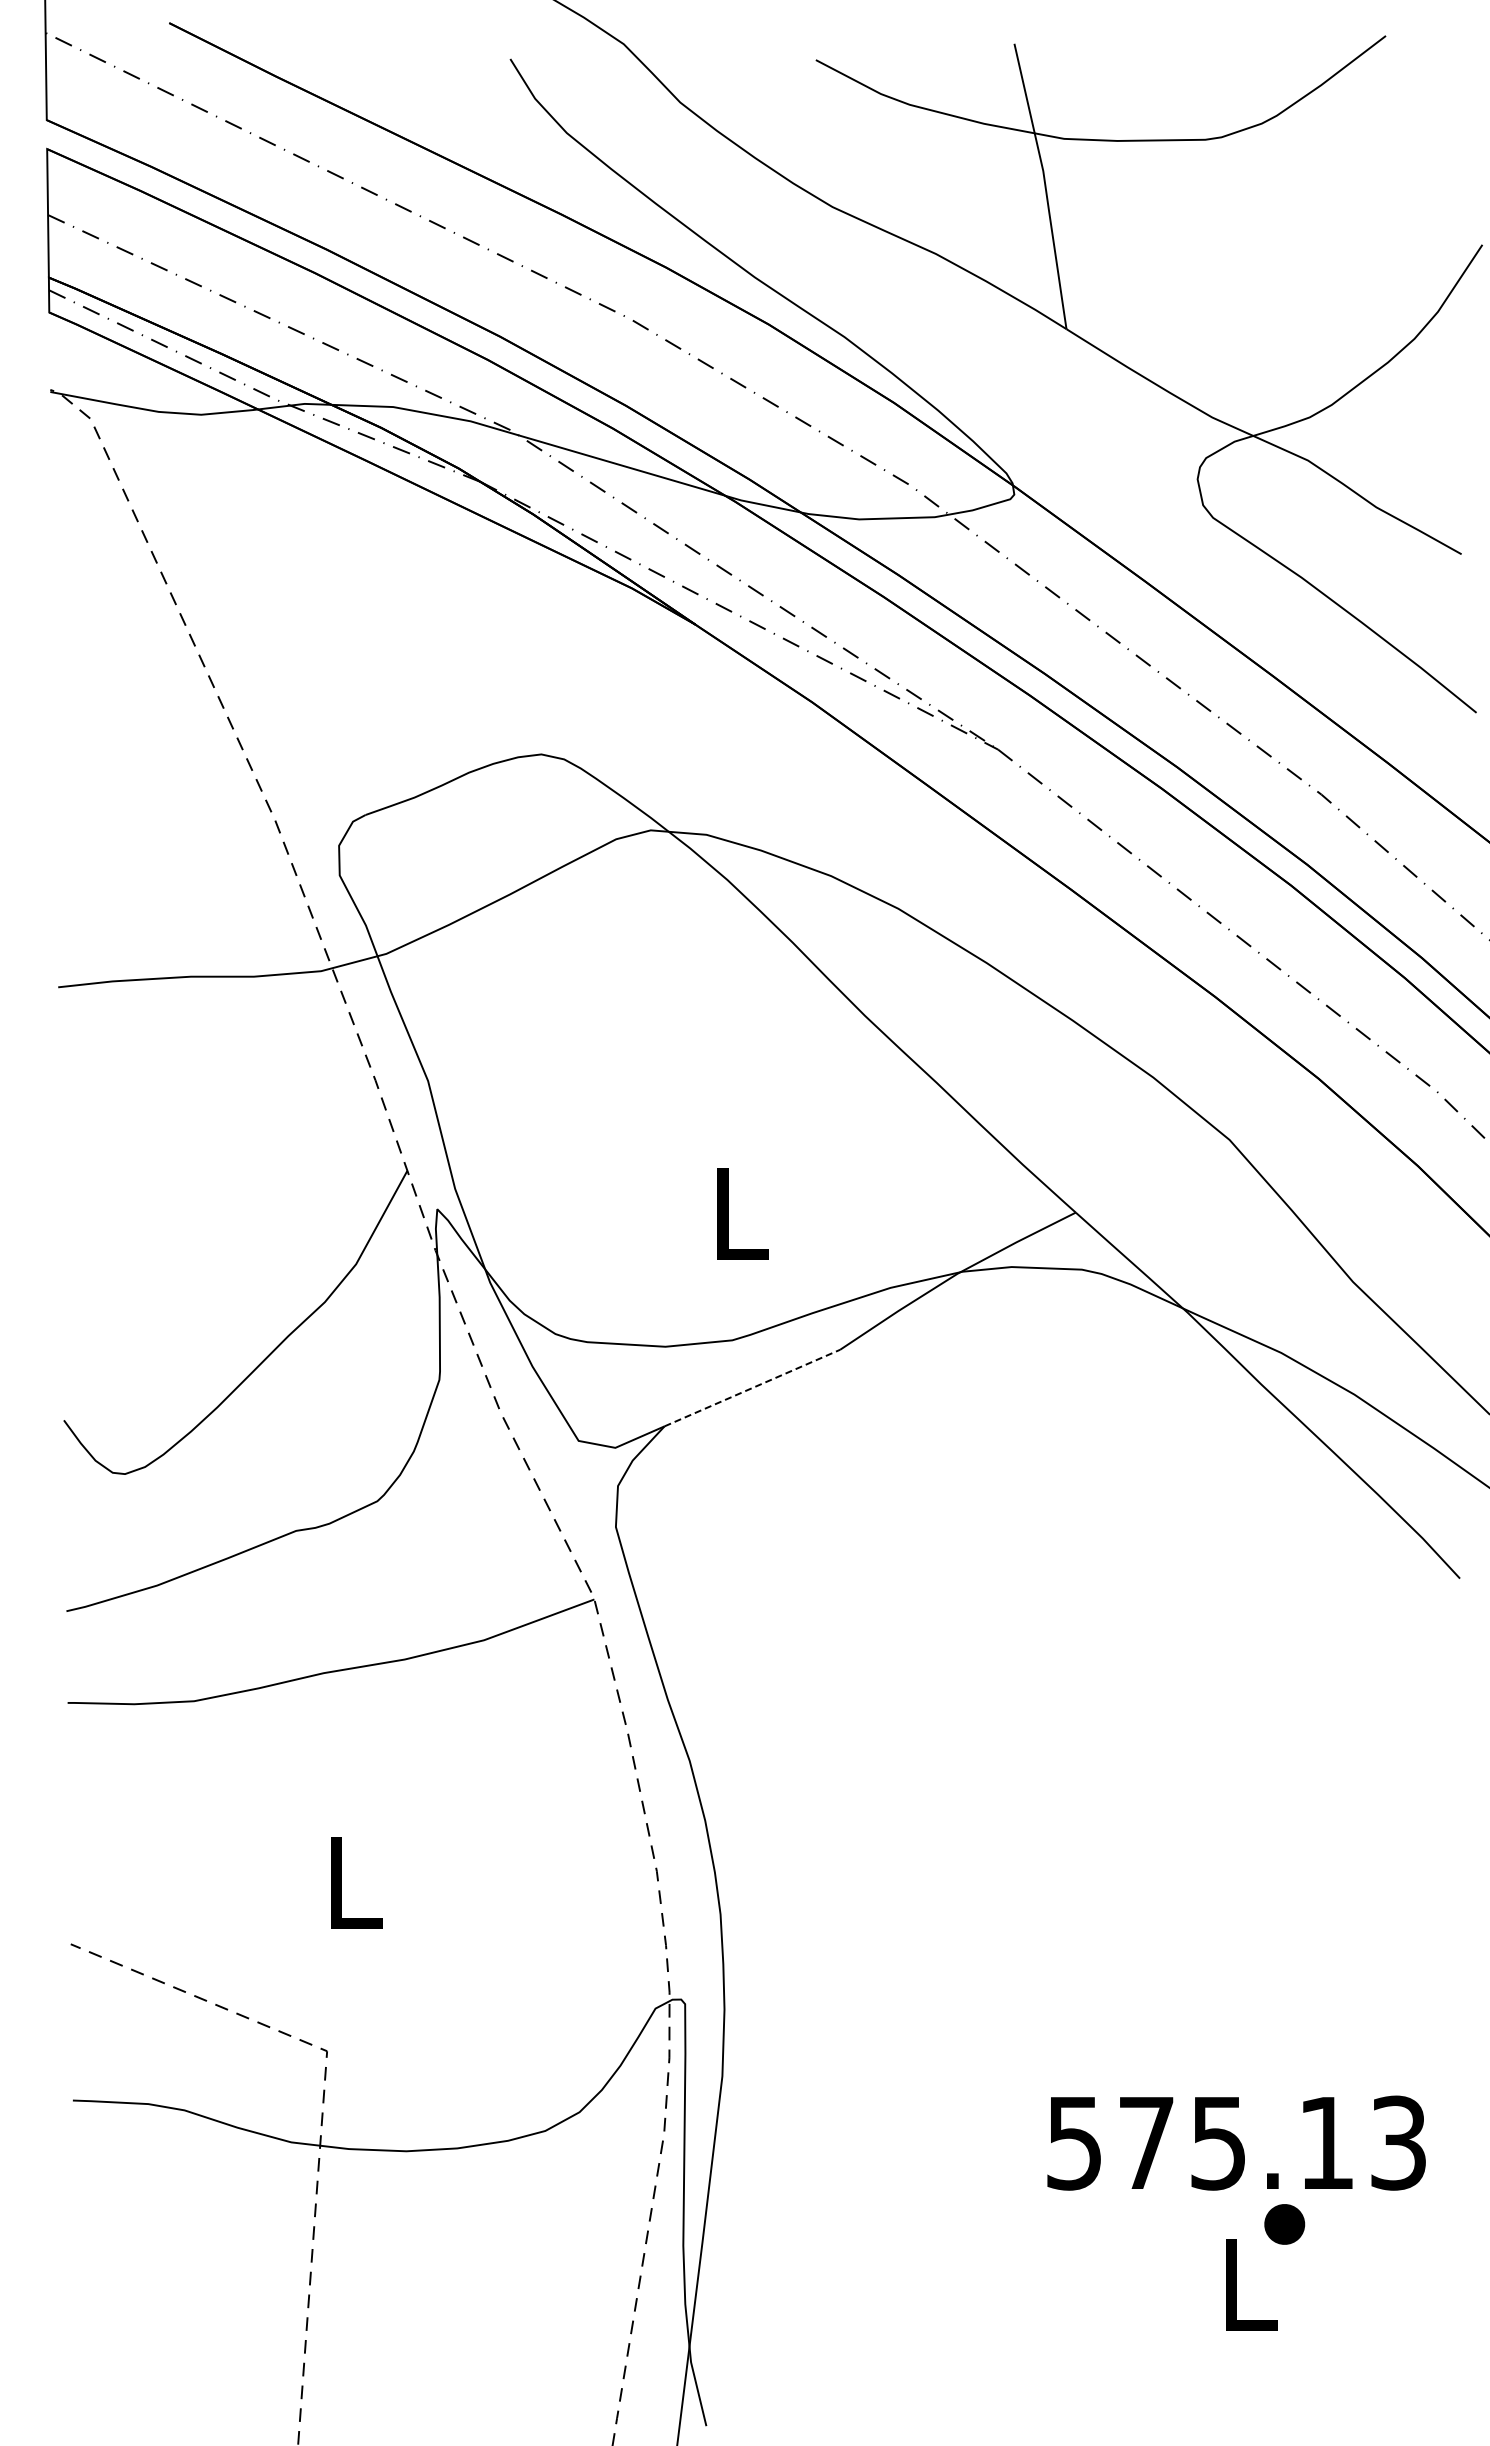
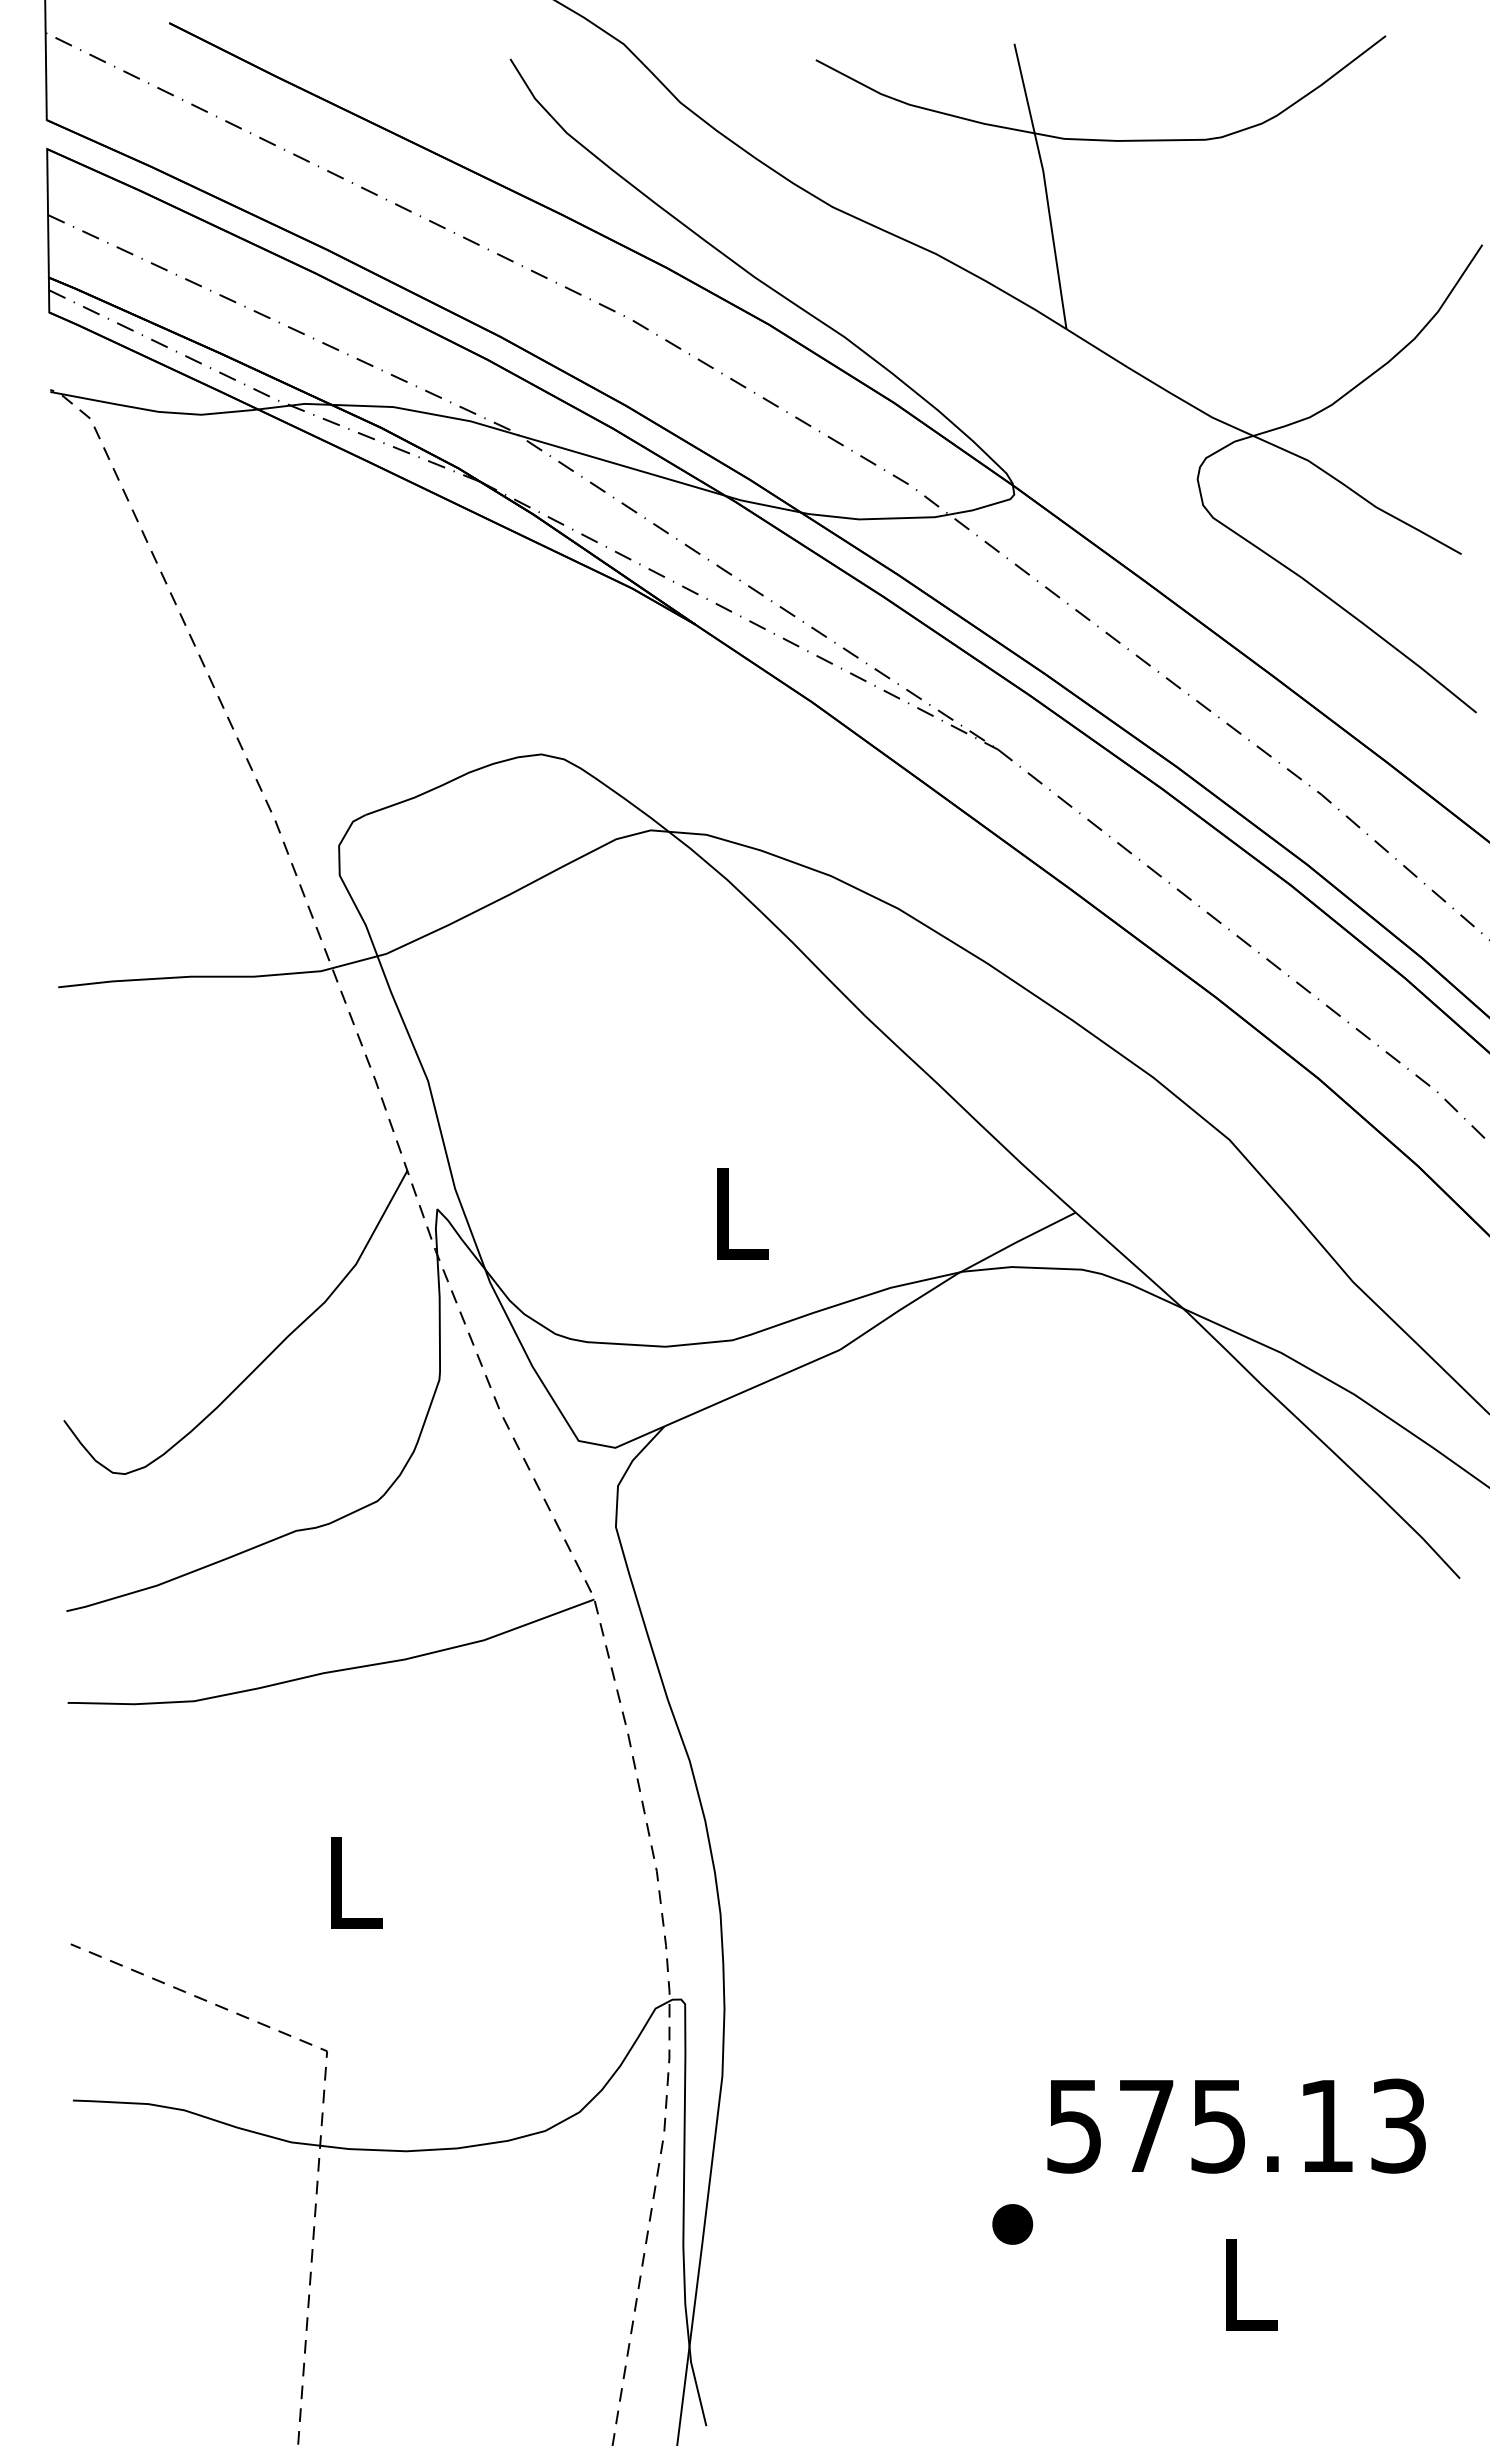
line at (752, 1388): dashed -> solid
text at (1236, 2142) position: (1236, 2142) -> (1236, 2125)
part at (1284, 2224) position: (1284, 2224) -> (1012, 2224)
